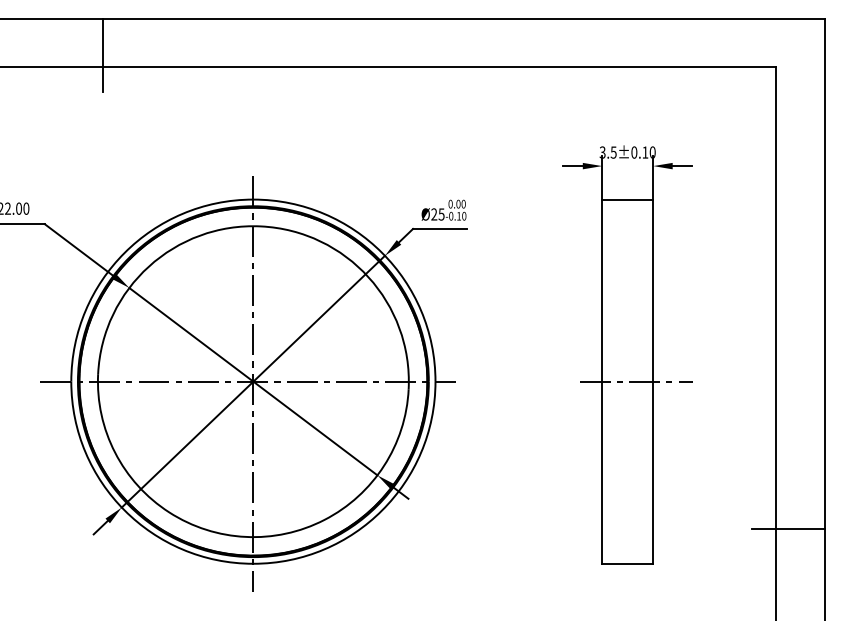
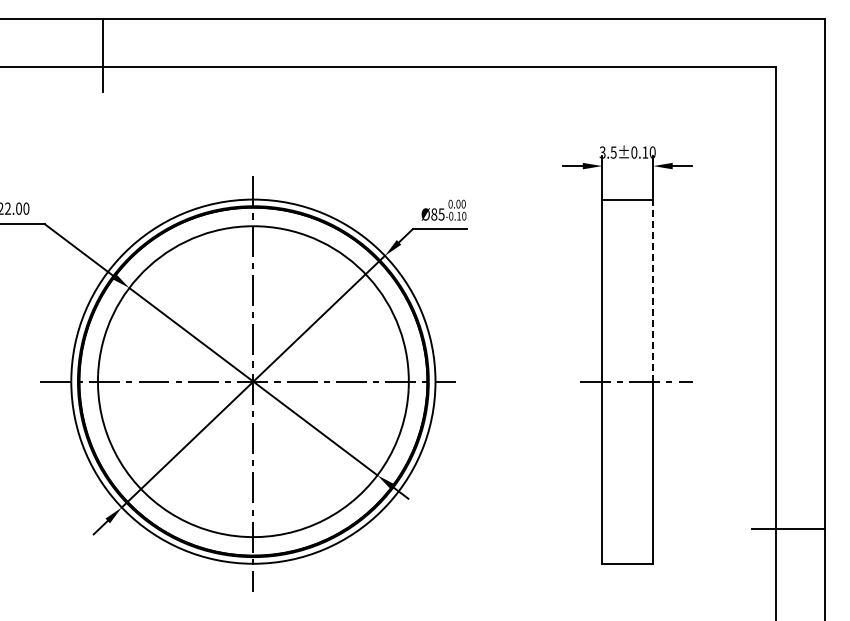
text at (434, 214): Ø25 -> Ø85
line at (653, 290): solid -> dashed
